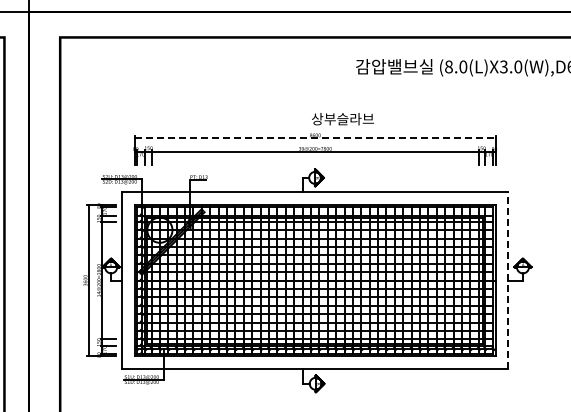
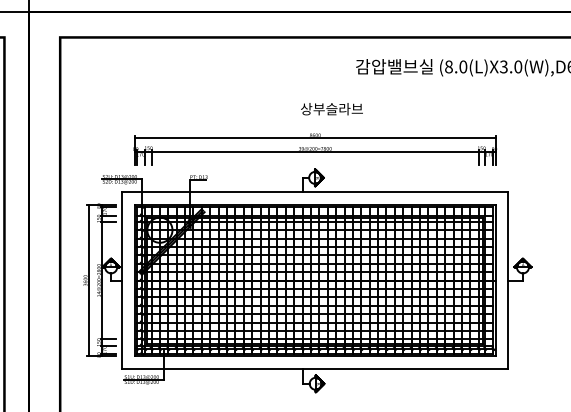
text at (342, 119) position: (342, 119) -> (331, 109)
line at (315, 138): dashed -> solid
line at (508, 280): dashed -> solid
